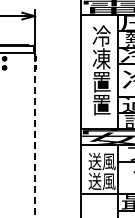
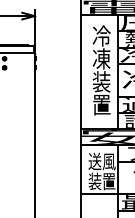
text at (101, 81): 置 -> 装
line at (34, 135): dashed -> solid
text at (101, 181): 送風 -> 装置
